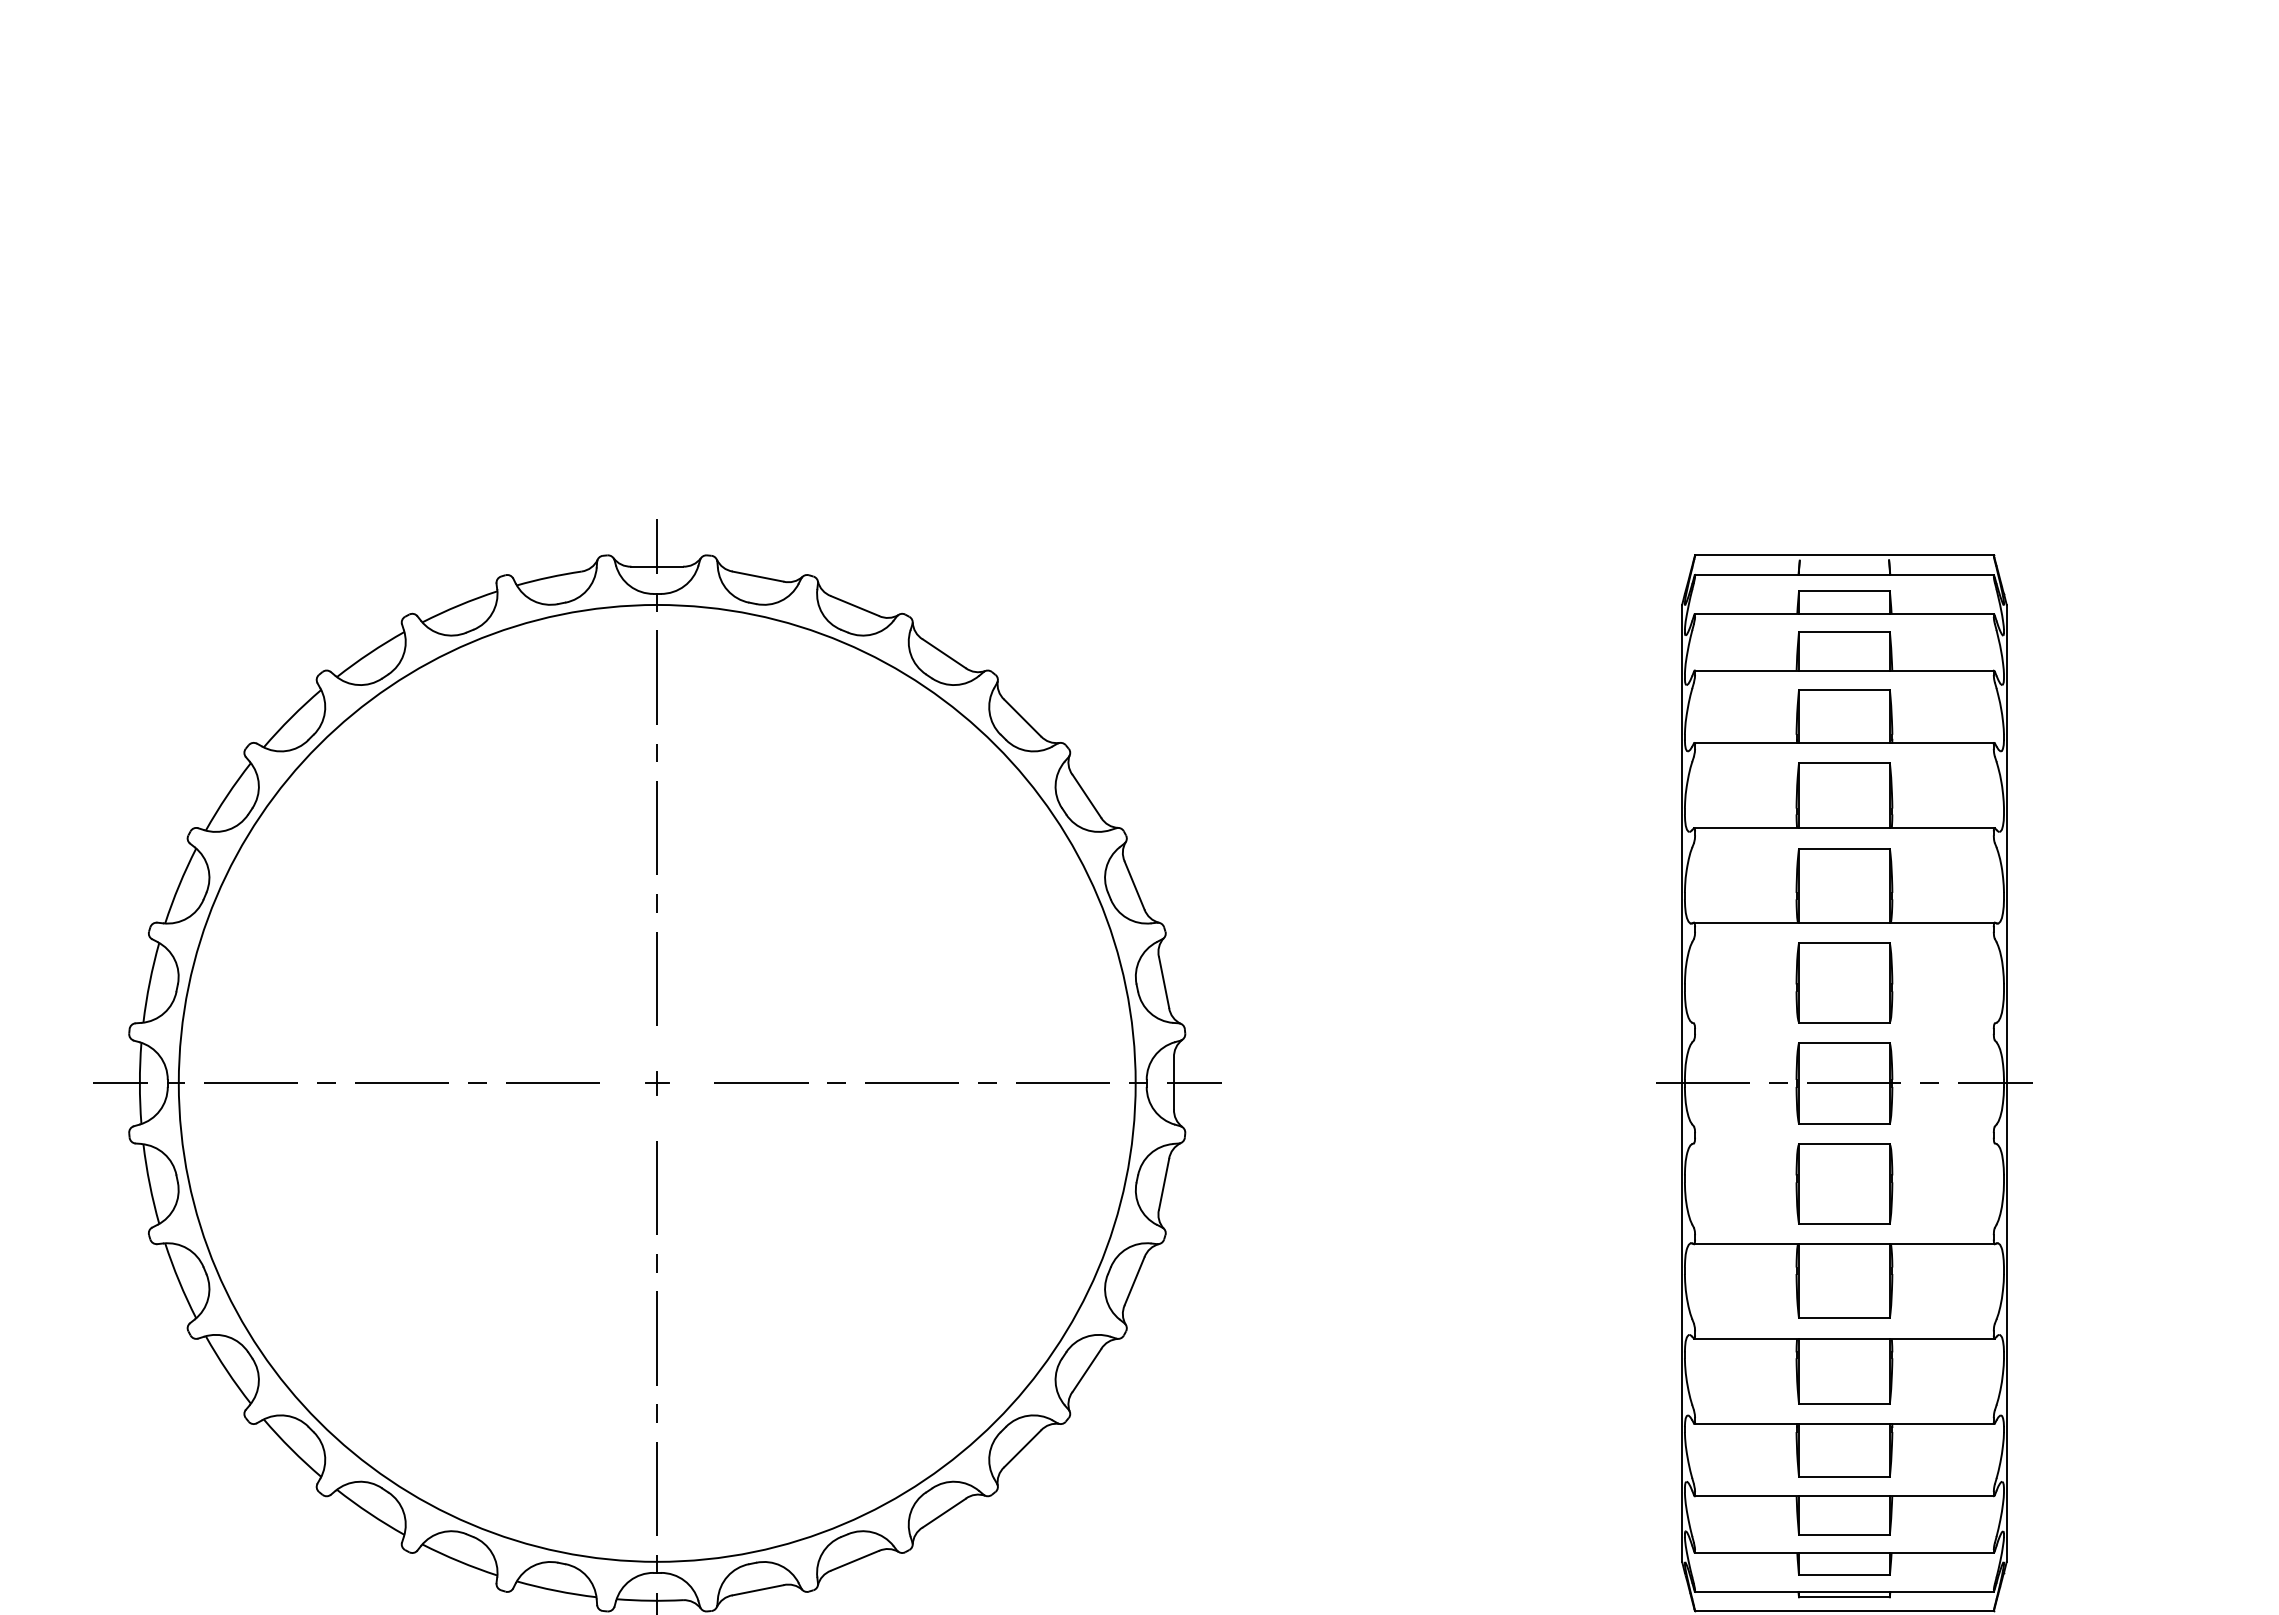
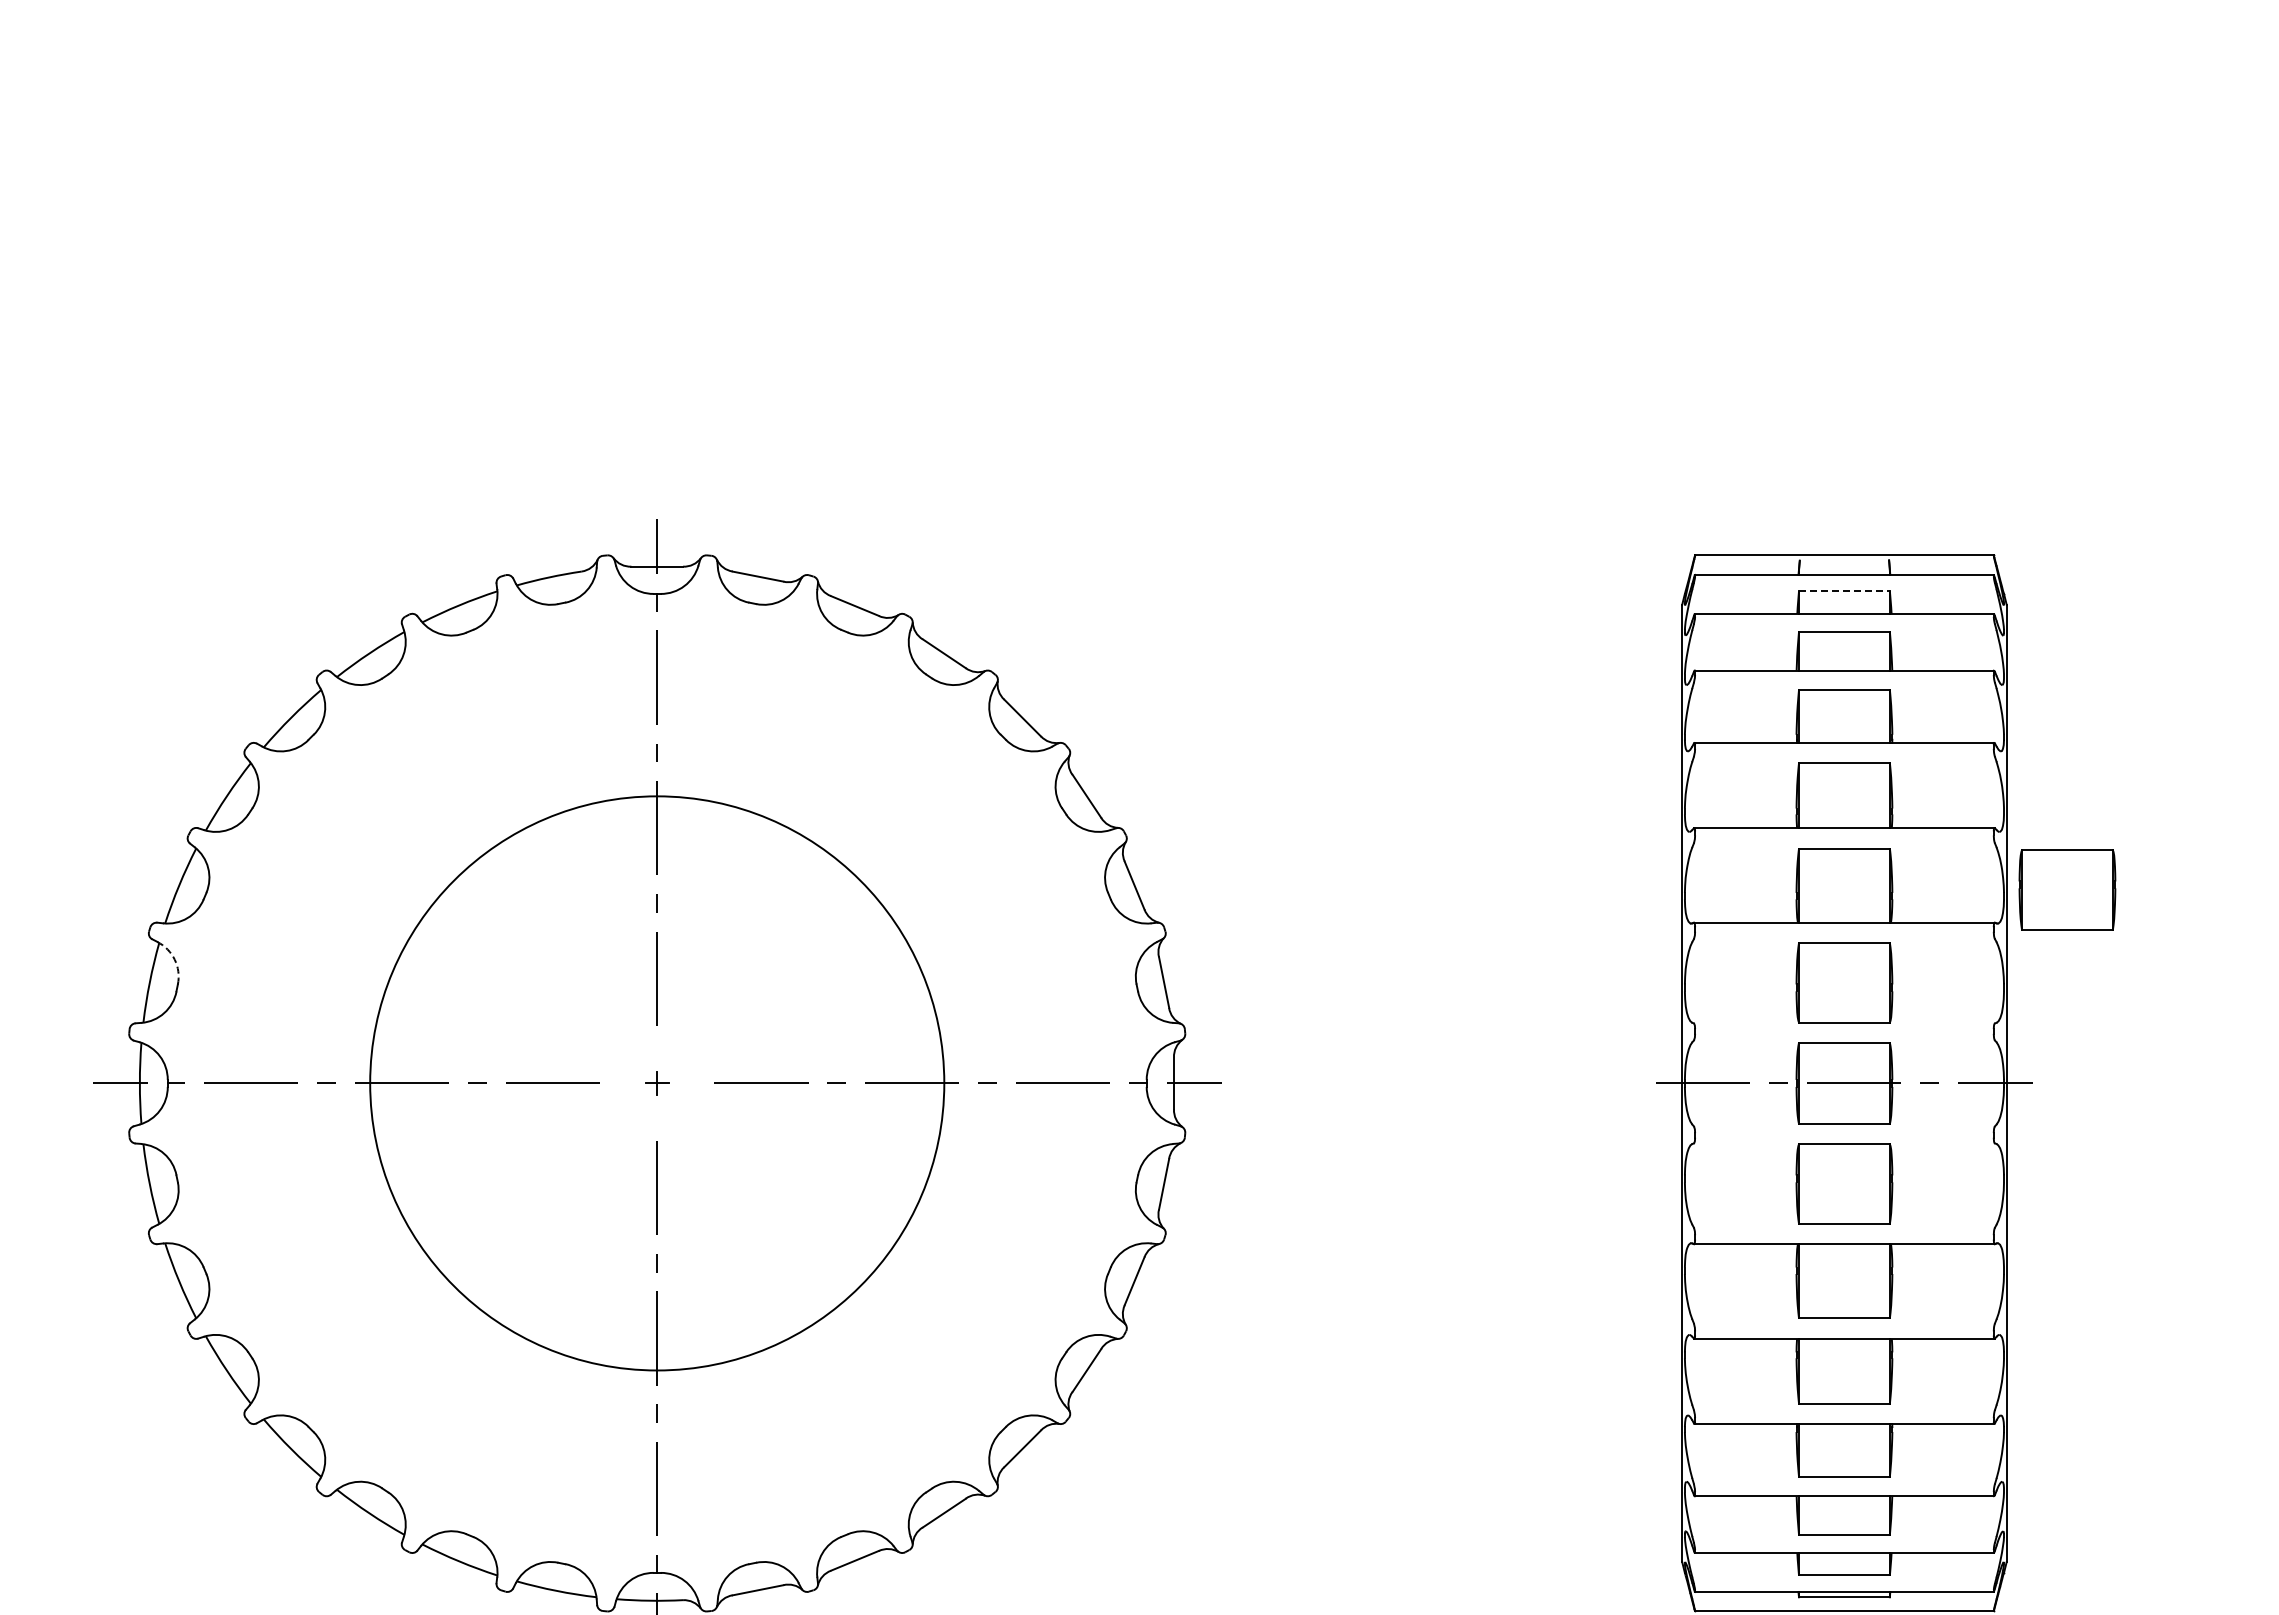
line at (1844, 591): solid -> dashed
part at (2067, 889): none -> present
arc at (174, 959): solid -> dashed
circle at (656, 1082) diameter: 957 px -> 574 px
